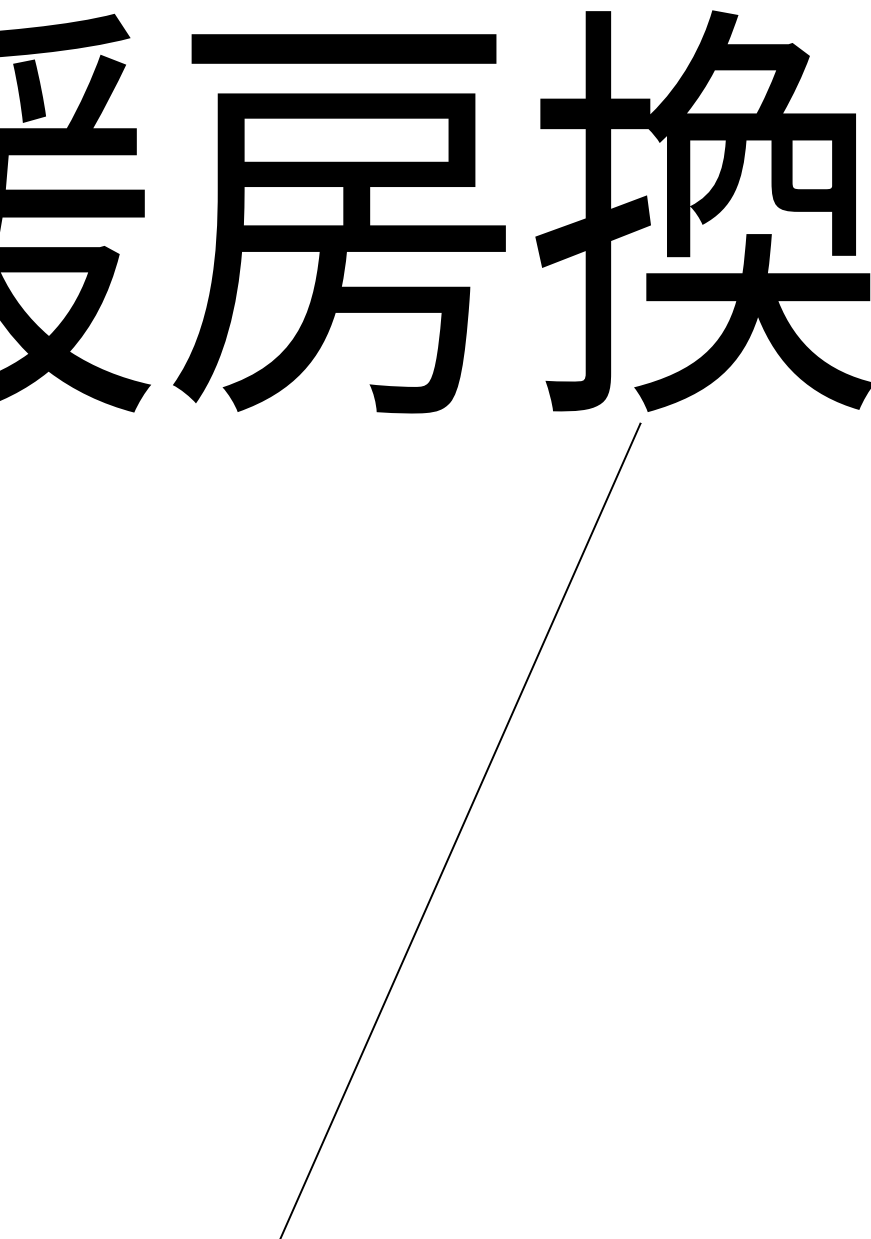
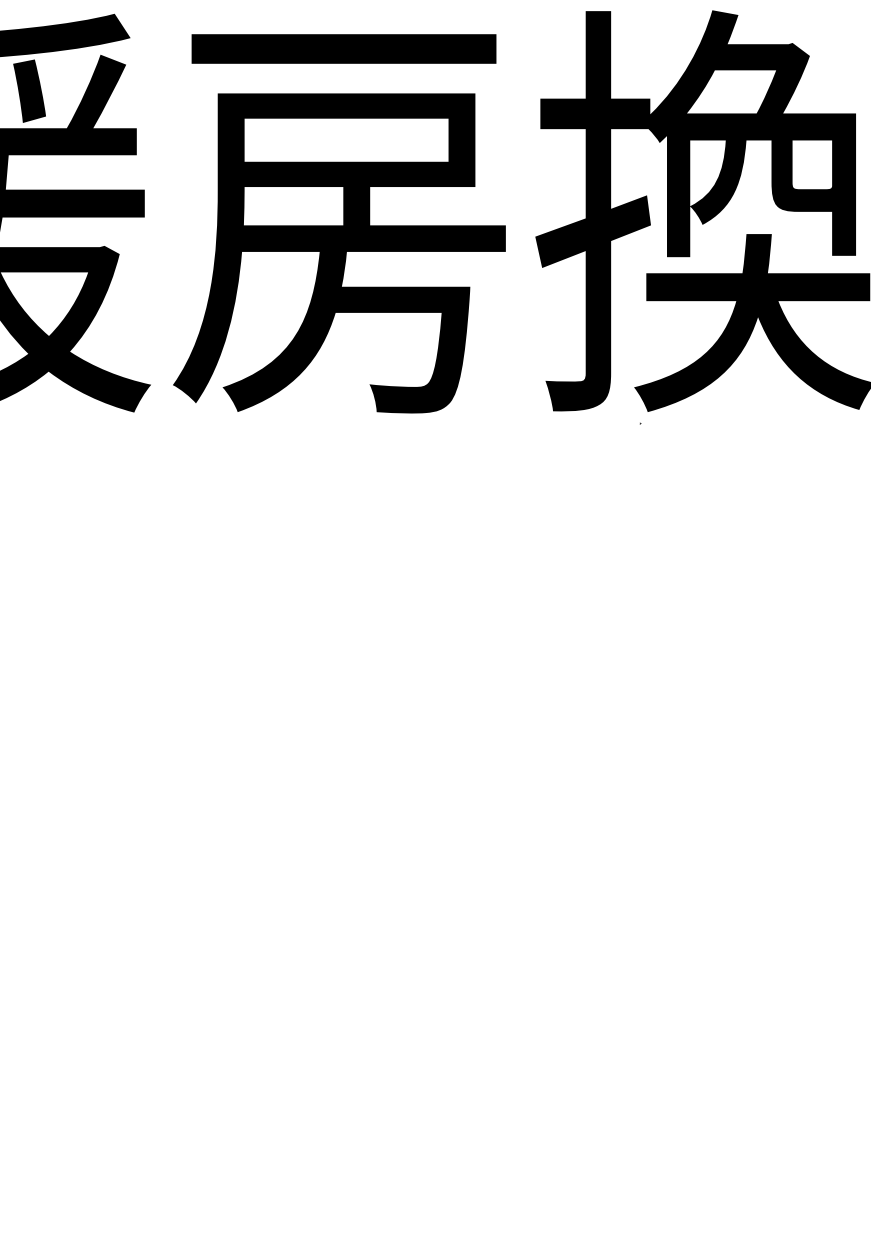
line at (460, 829): present -> none
